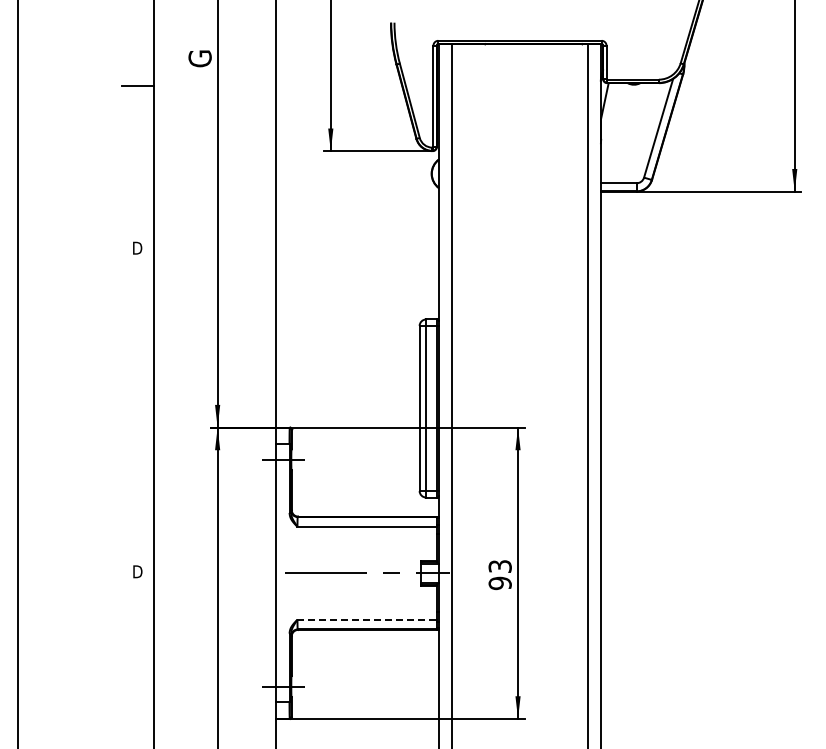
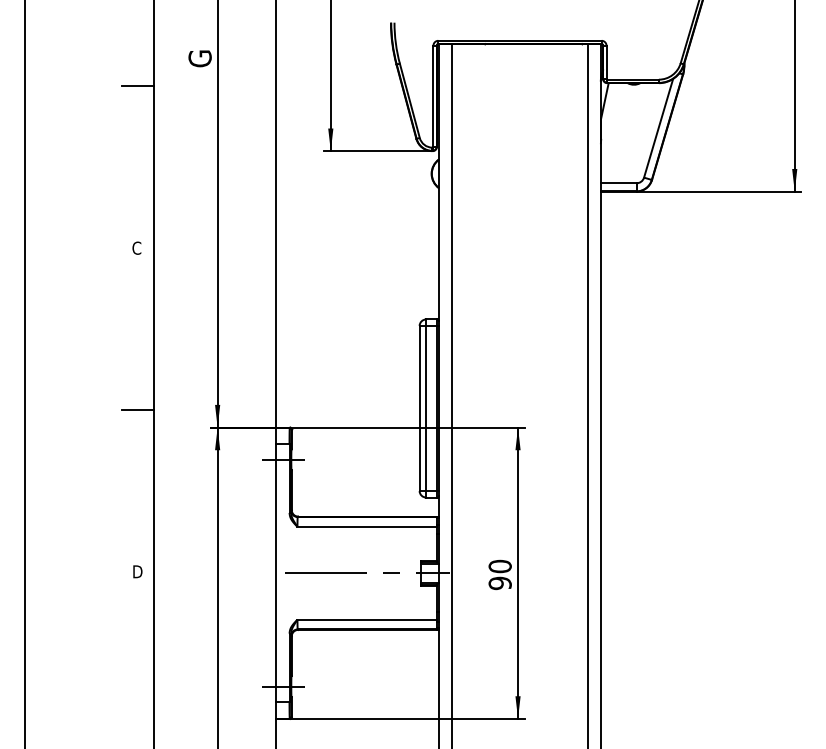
text at (137, 247): D -> C
line at (17, 373) position: (17, 373) -> (24, 373)
line at (137, 409): none -> present
text at (499, 566): 93 -> 90
line at (367, 619): dashed -> solid
